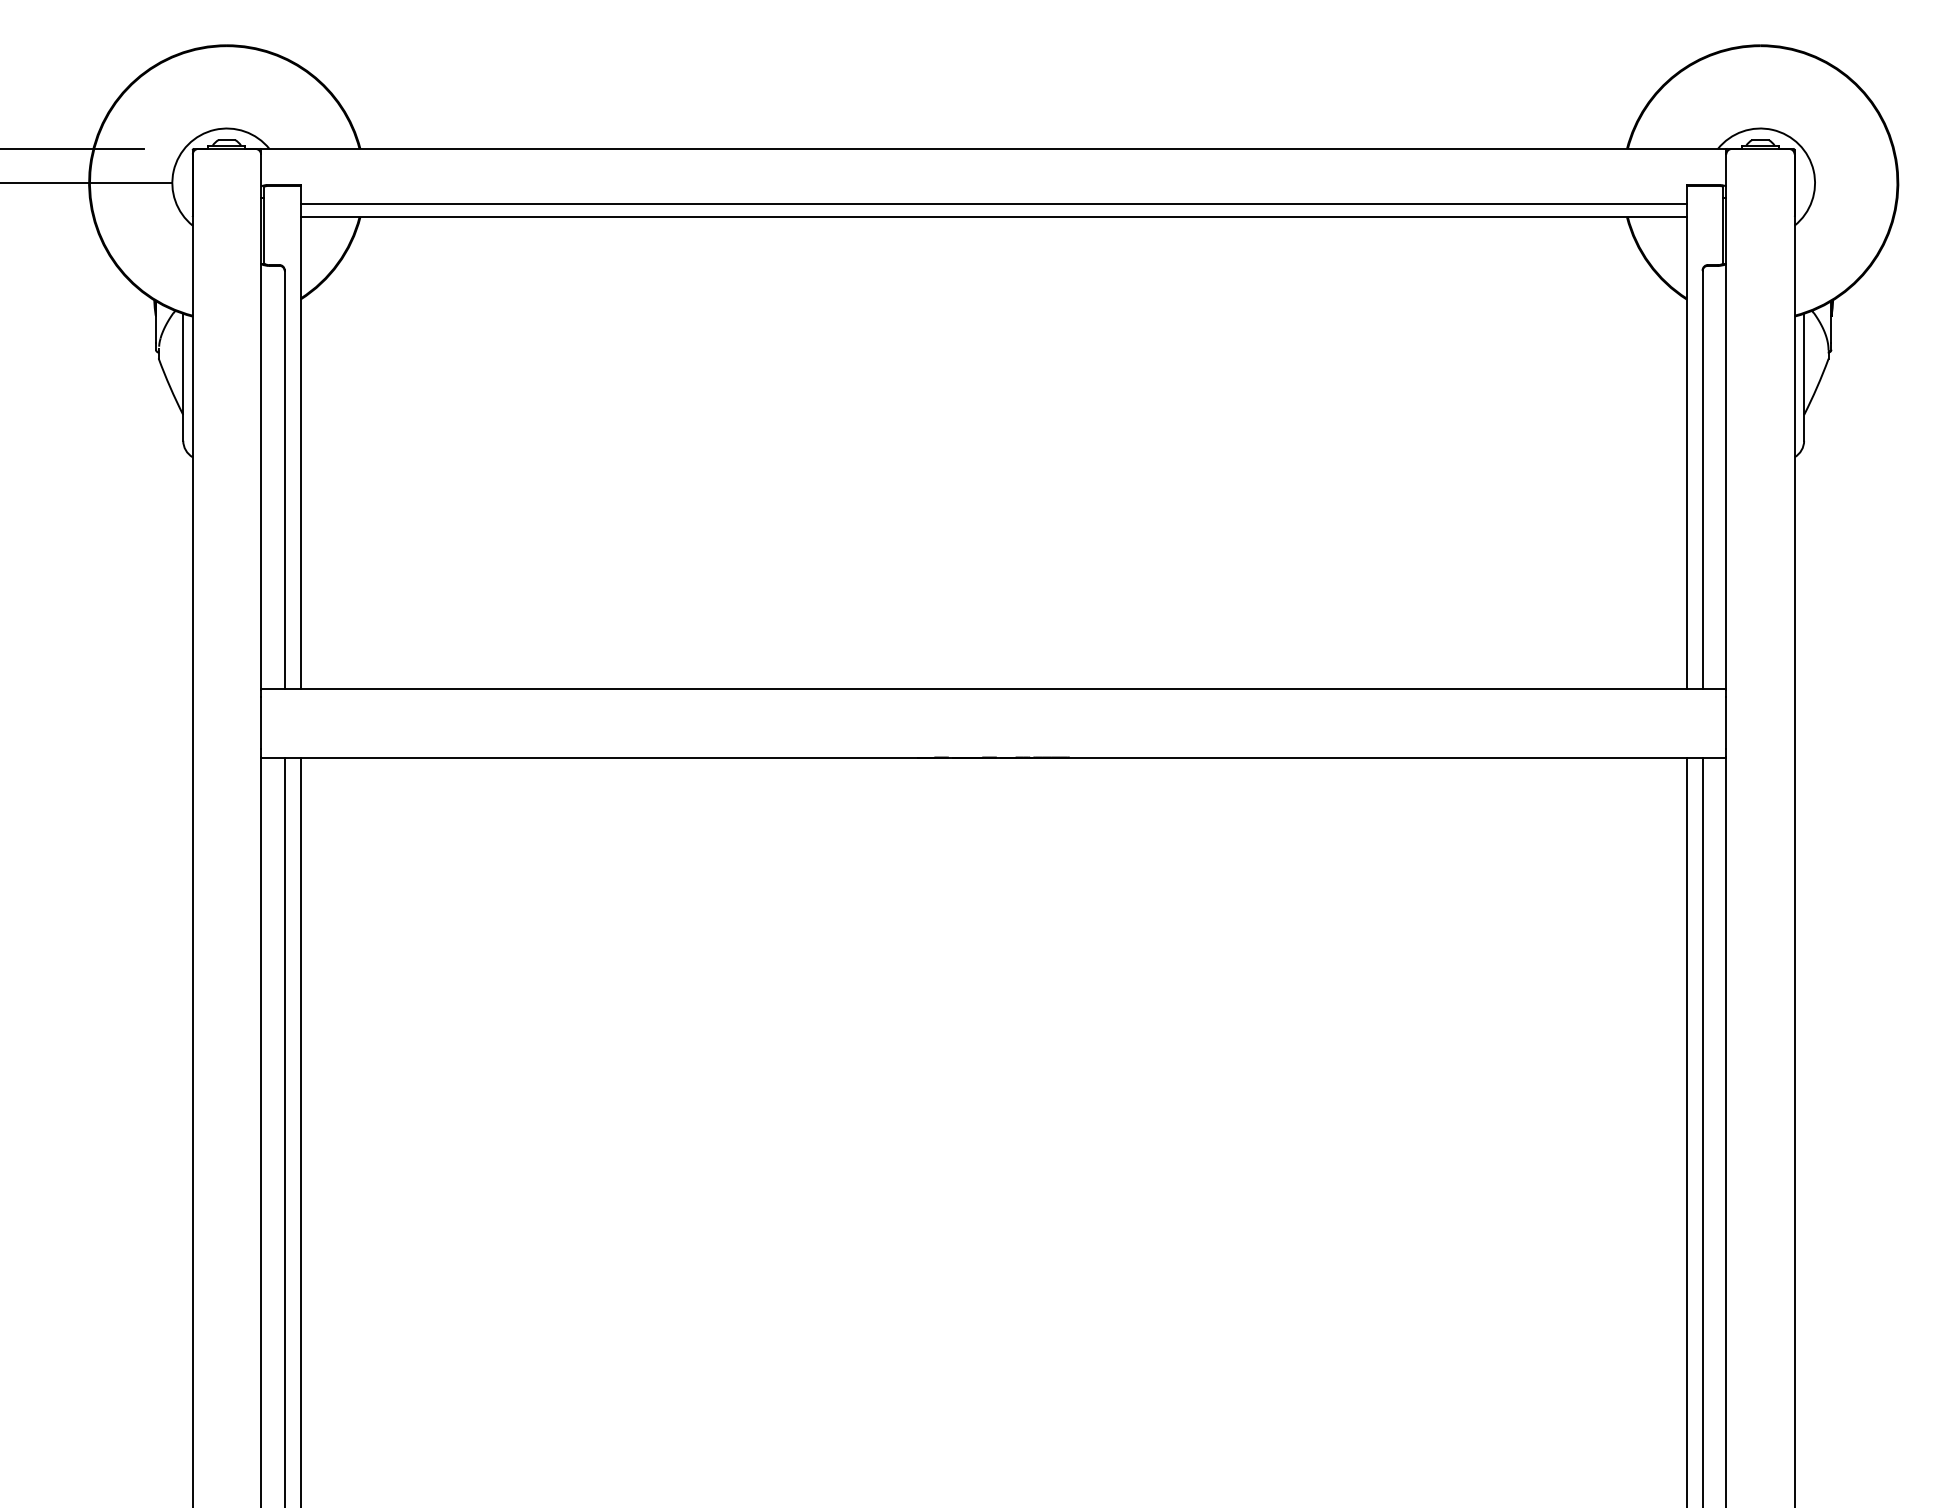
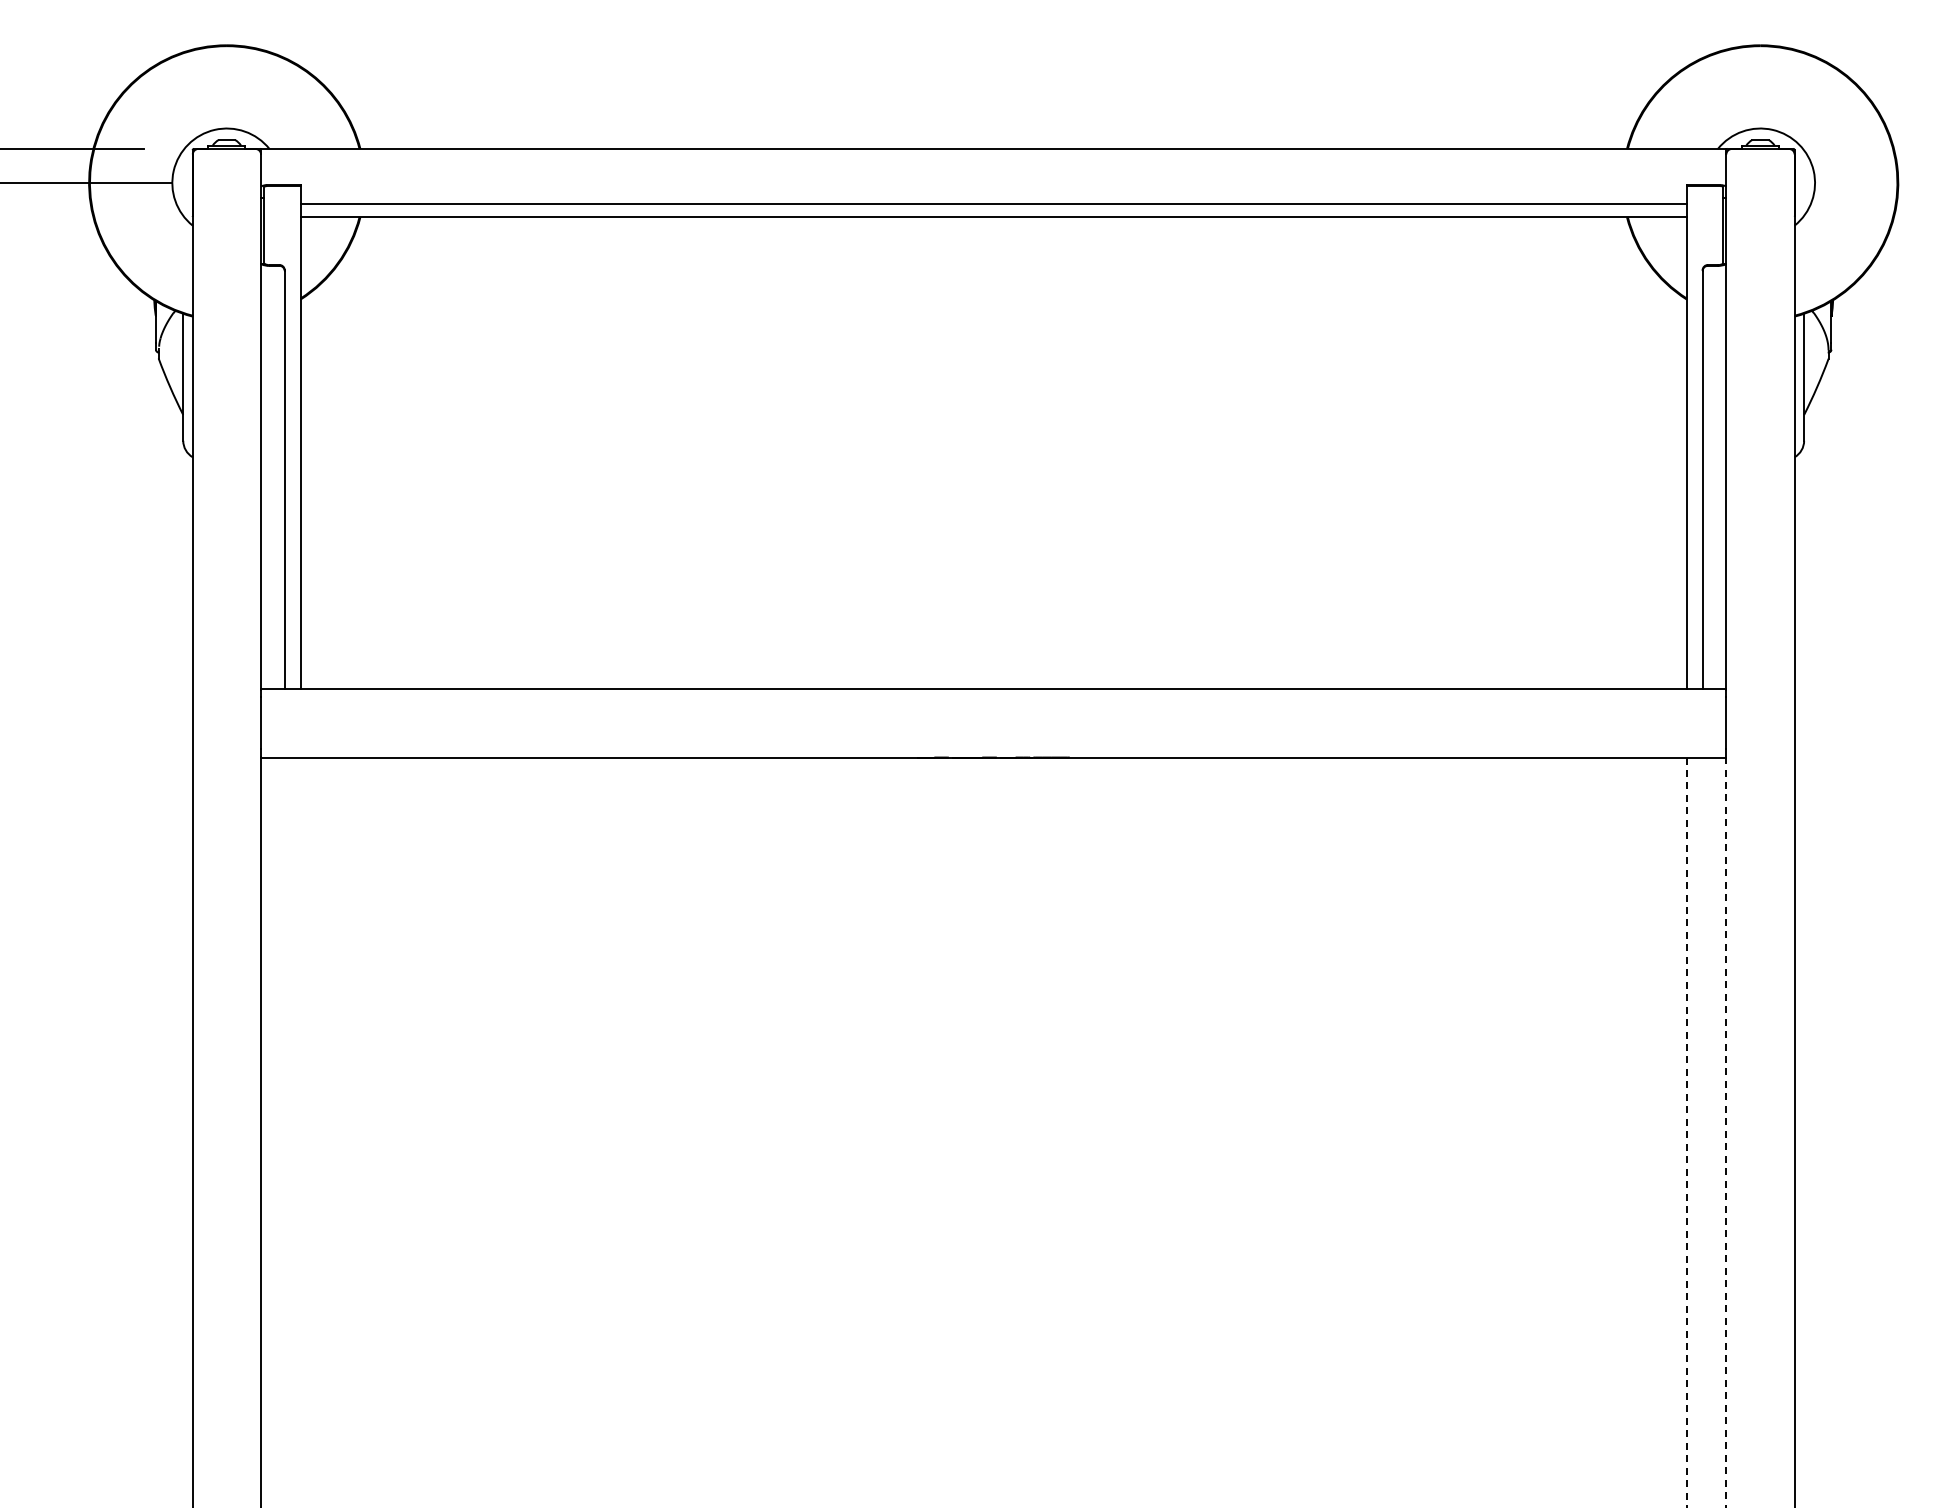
line at (284, 1130): present -> none
line at (300, 1130): present -> none
line at (1702, 1130): present -> none
line at (1686, 1132): solid -> dashed
line at (1726, 1132): solid -> dashed
